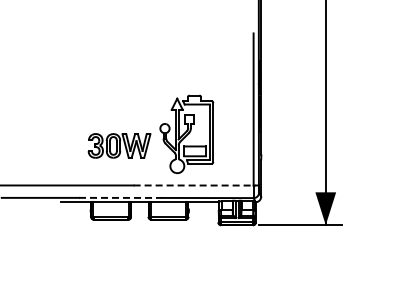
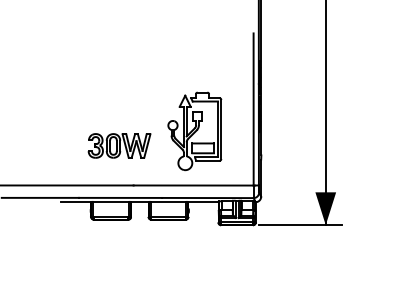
part at (186, 134) position: (186, 134) -> (194, 131)
line at (194, 185): dashed -> solid
line at (120, 197): dashed -> solid
